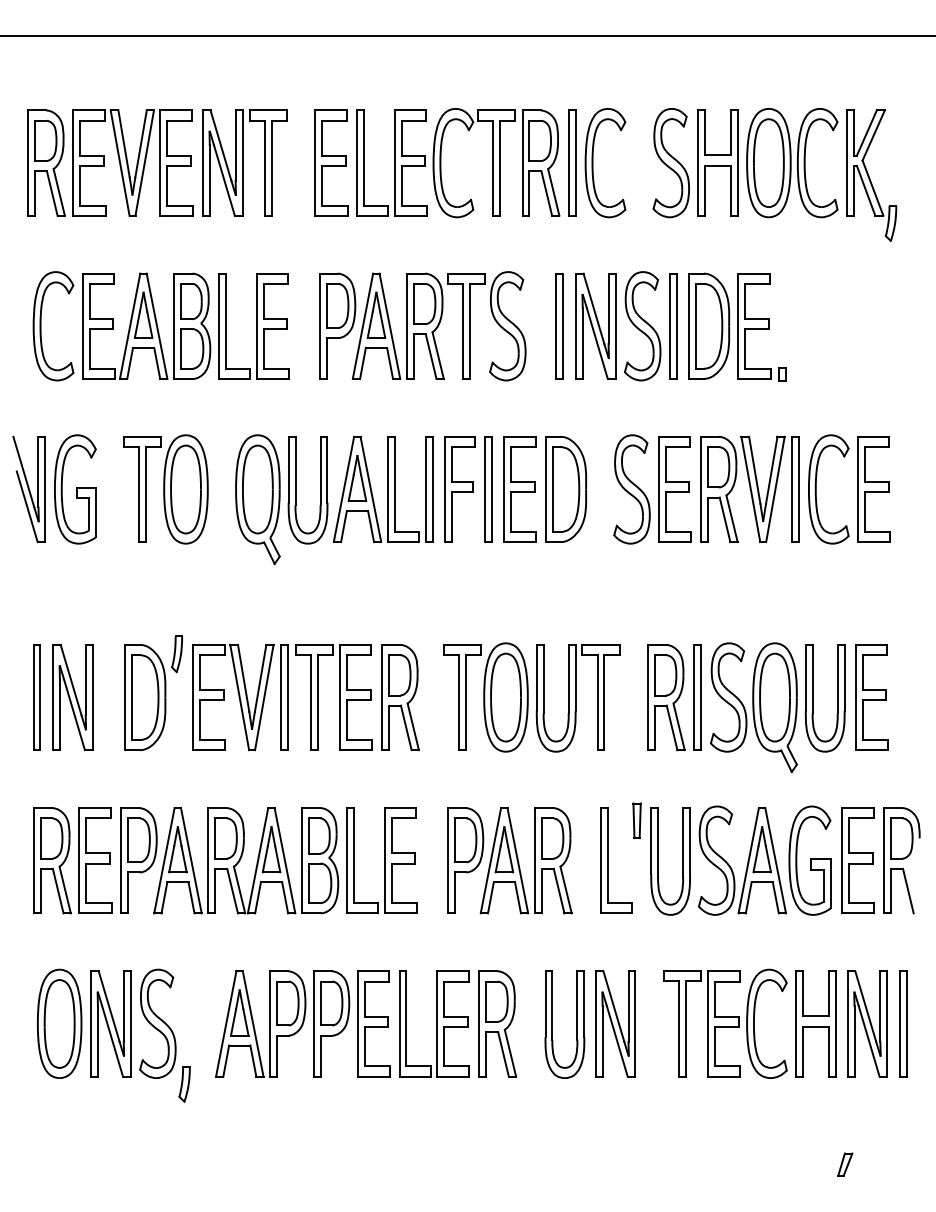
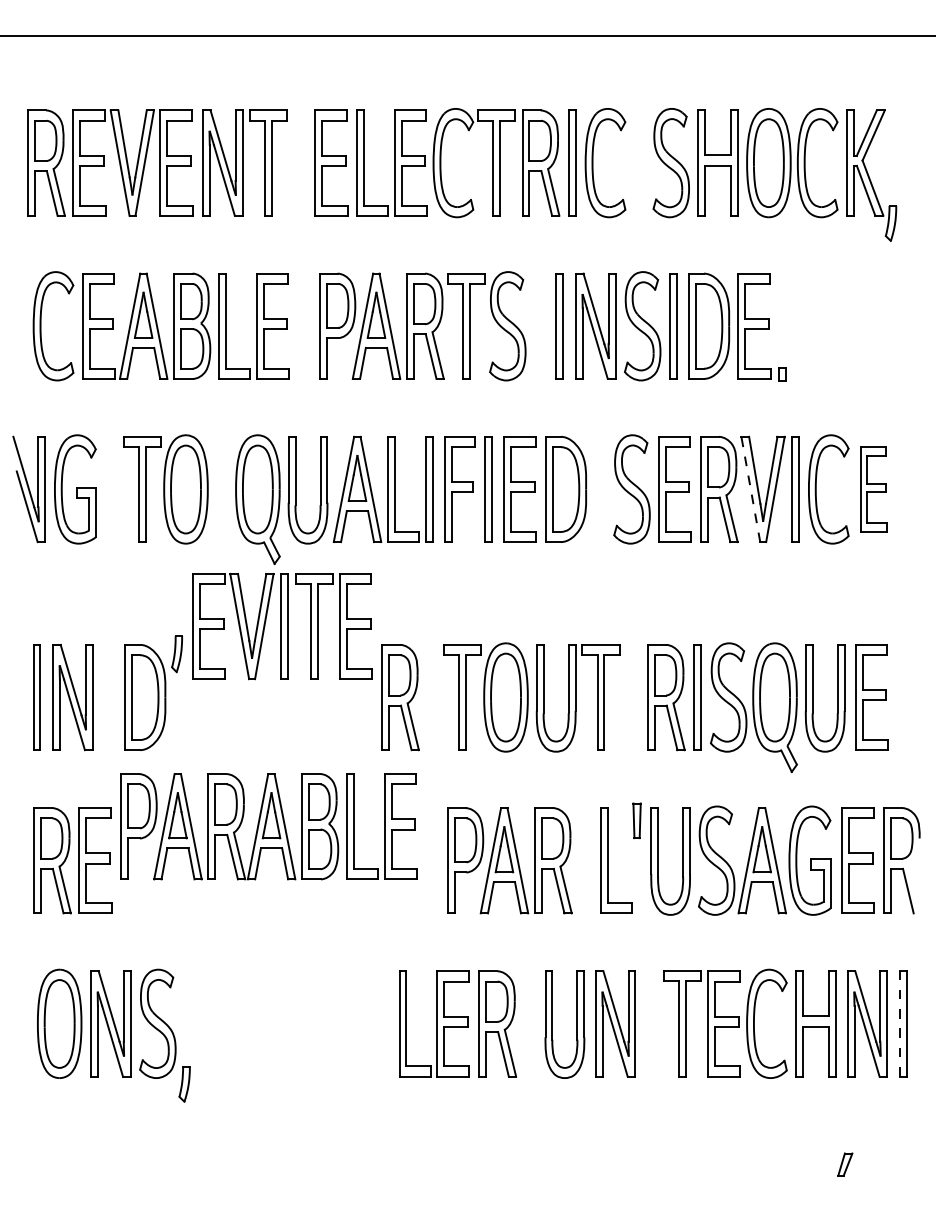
line at (750, 488): solid -> dashed
part at (873, 489) size: 34x107 px -> 28x87 px
part at (282, 697) position: (282, 697) -> (282, 626)
part at (268, 860) position: (268, 860) -> (268, 826)
part at (302, 1023): present -> none
line at (899, 1023): solid -> dashed
